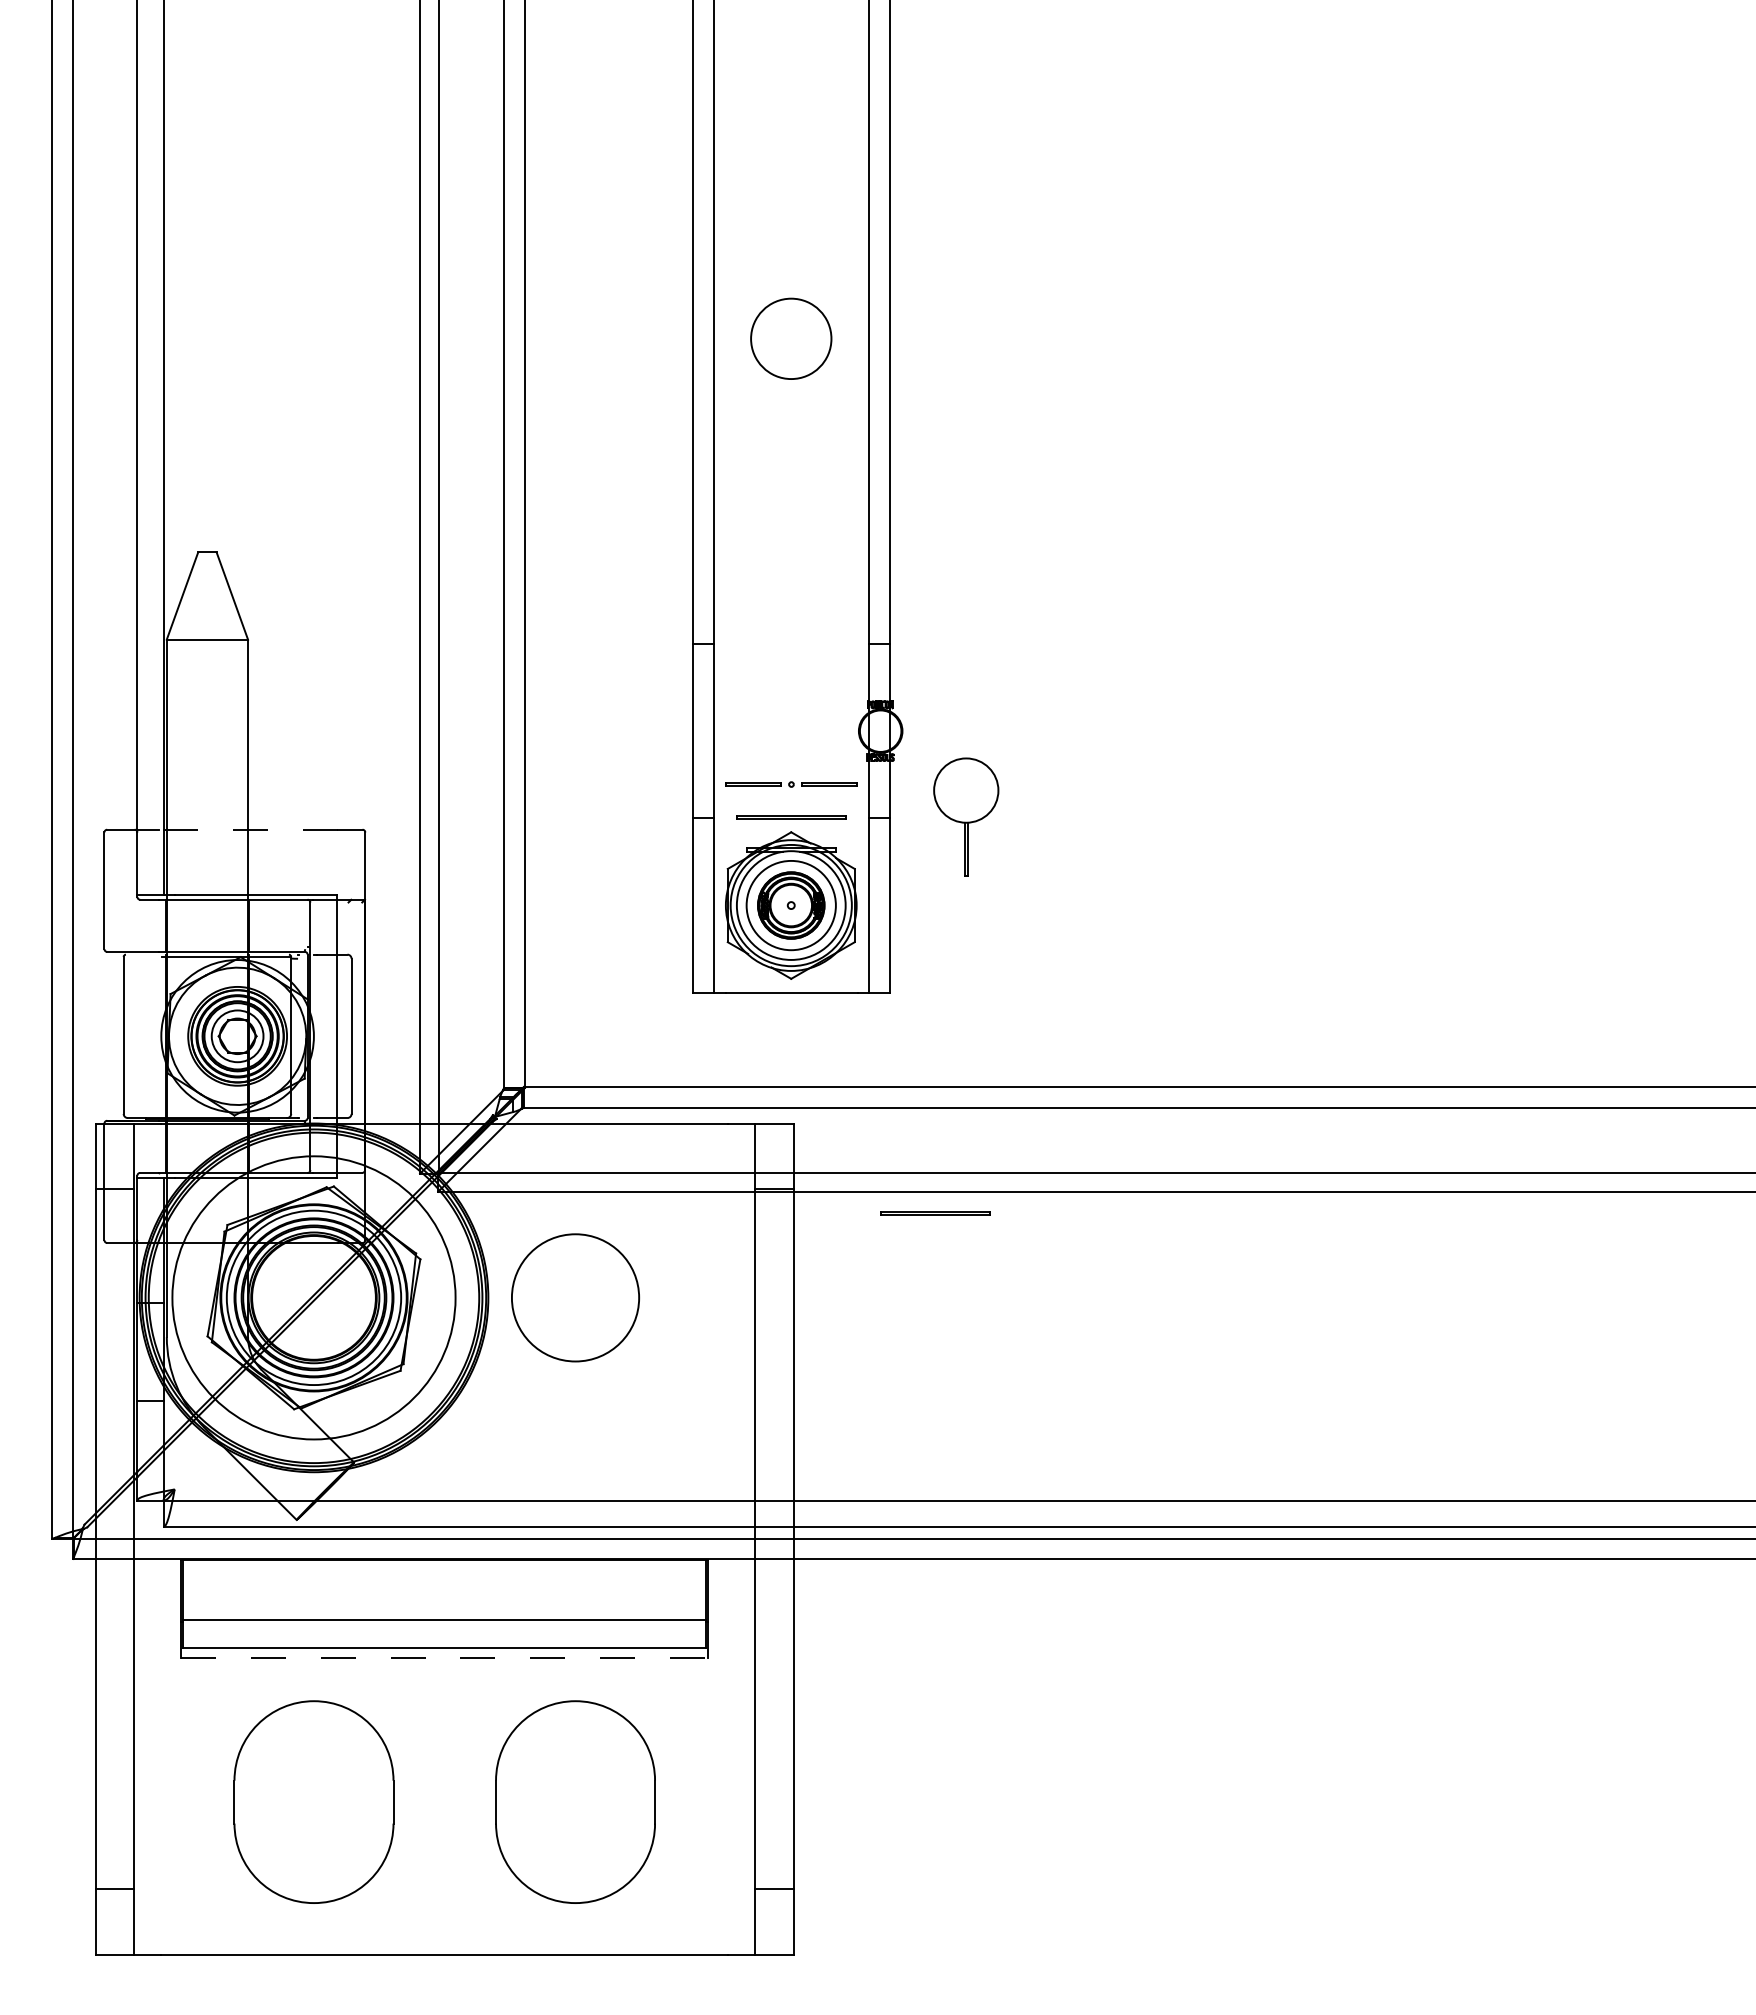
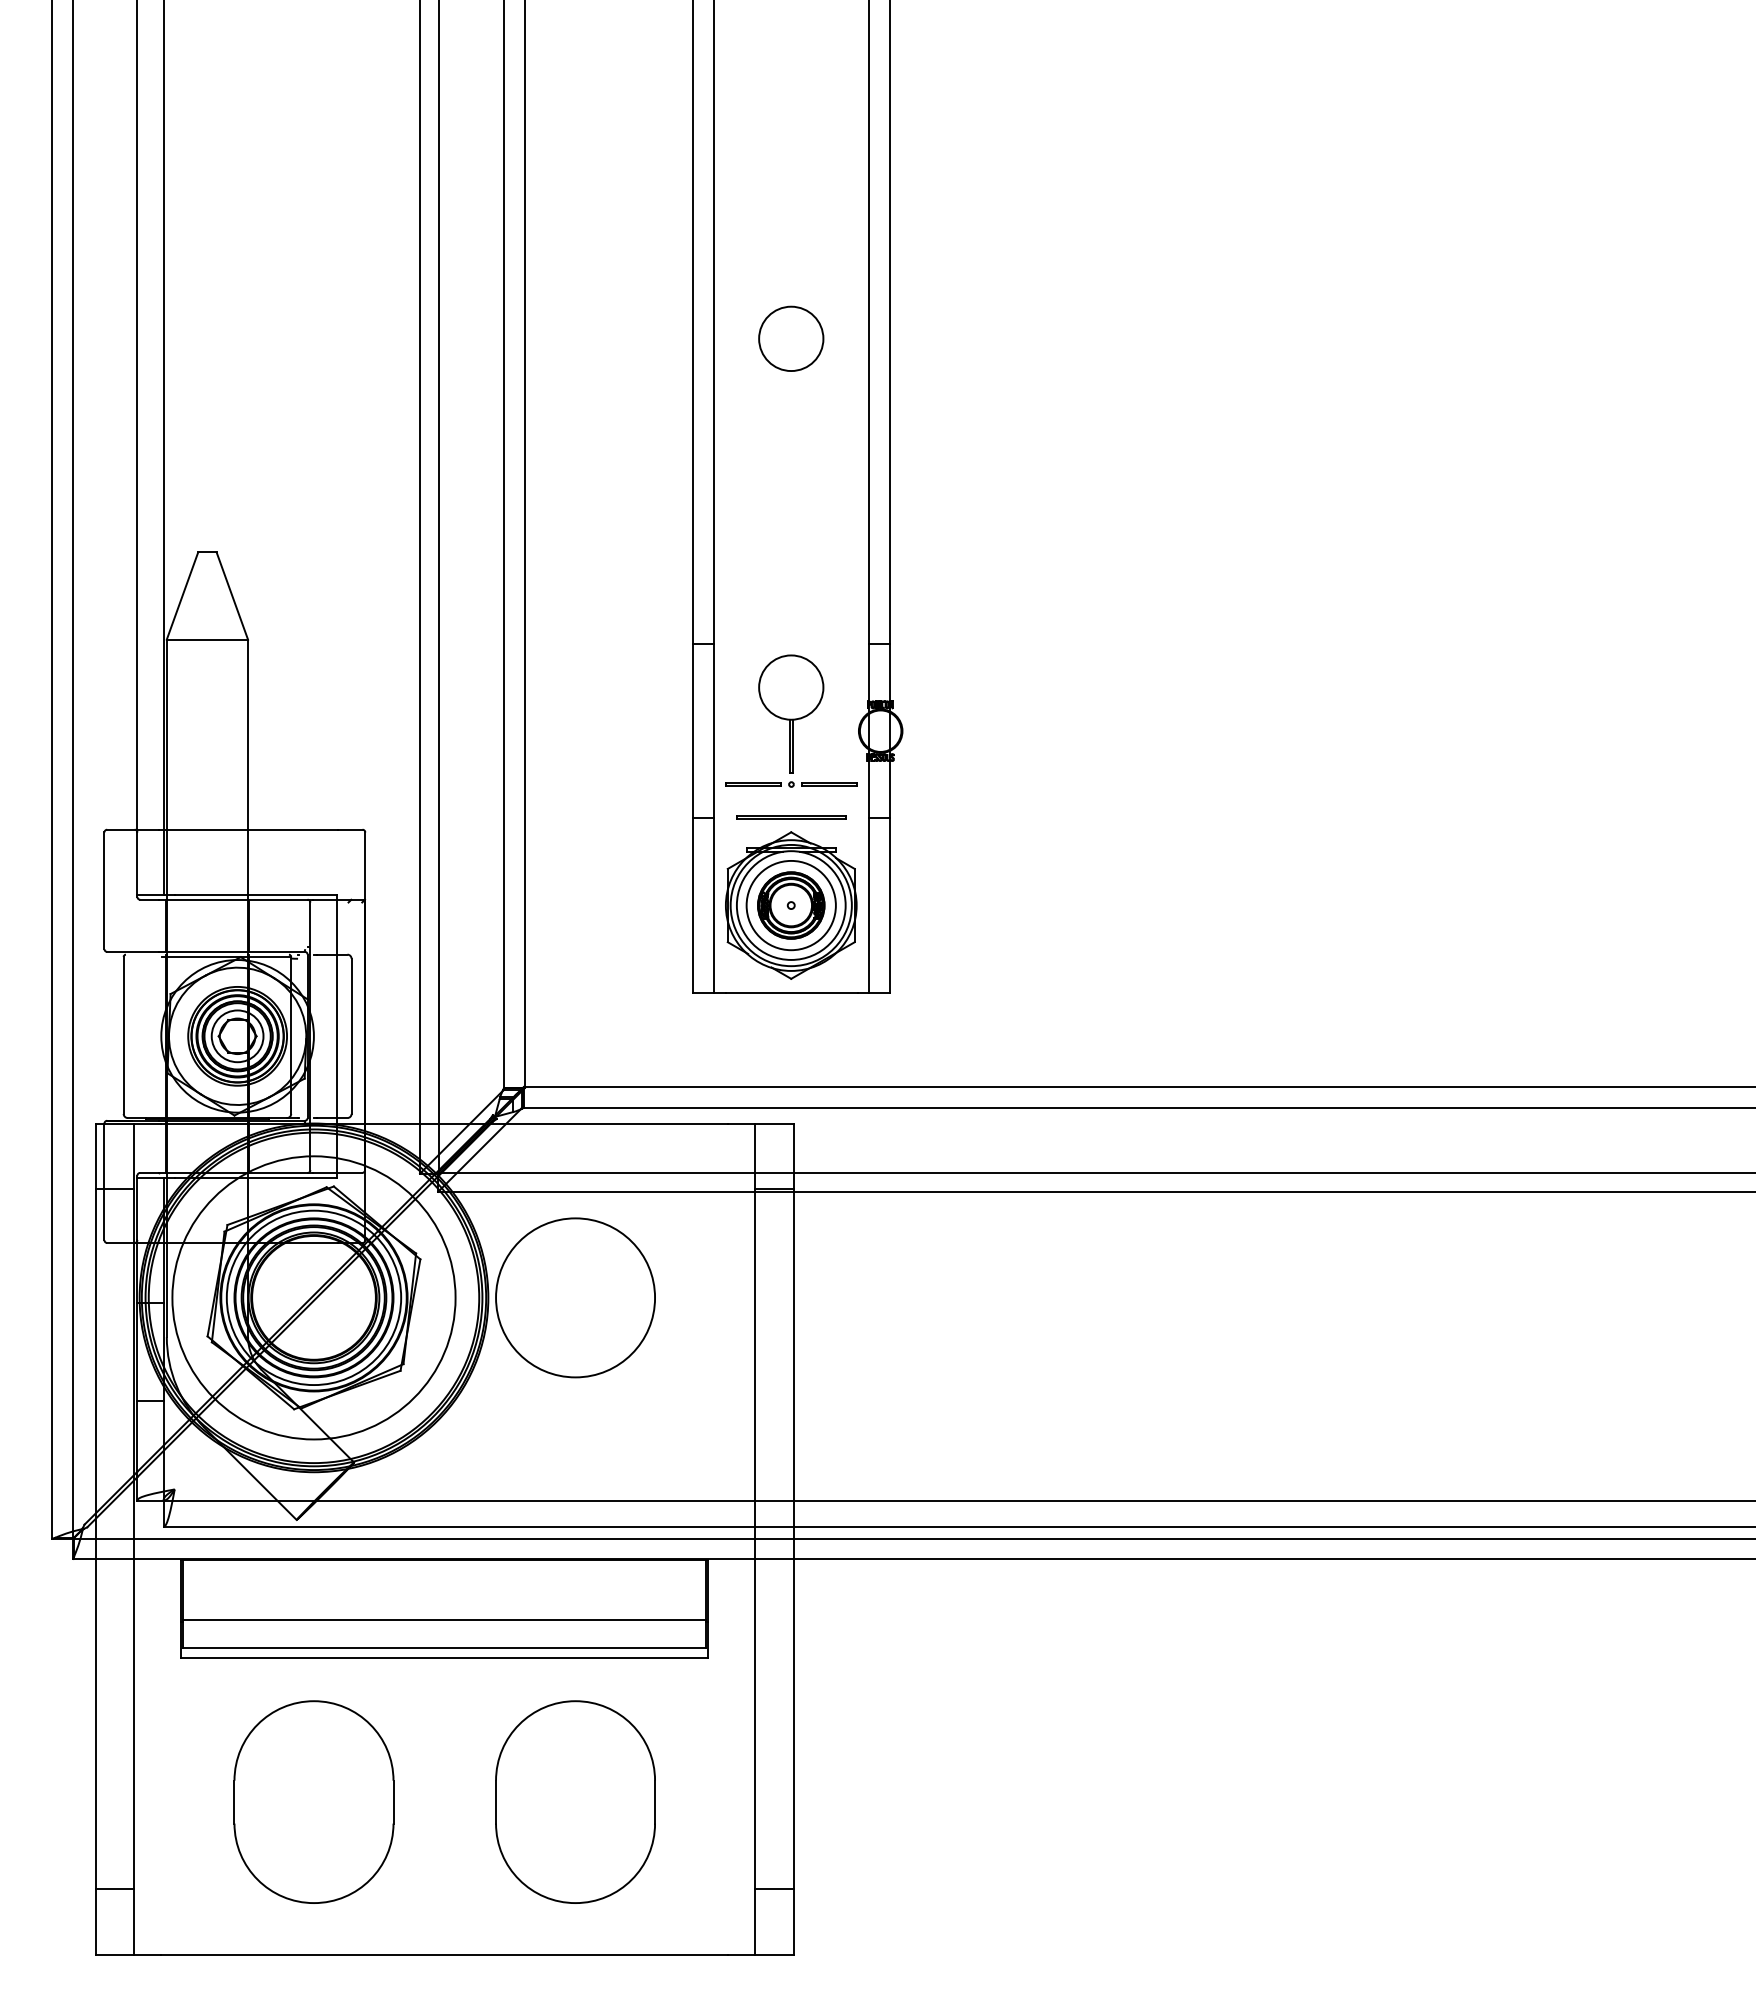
circle at (791, 338) diameter: 80 px -> 64 px
part at (966, 816) position: (966, 816) -> (791, 713)
line at (248, 829): dashed -> solid
line at (935, 1212): present -> none
circle at (575, 1297) diameter: 127 px -> 159 px
line at (445, 1657): dashed -> solid
